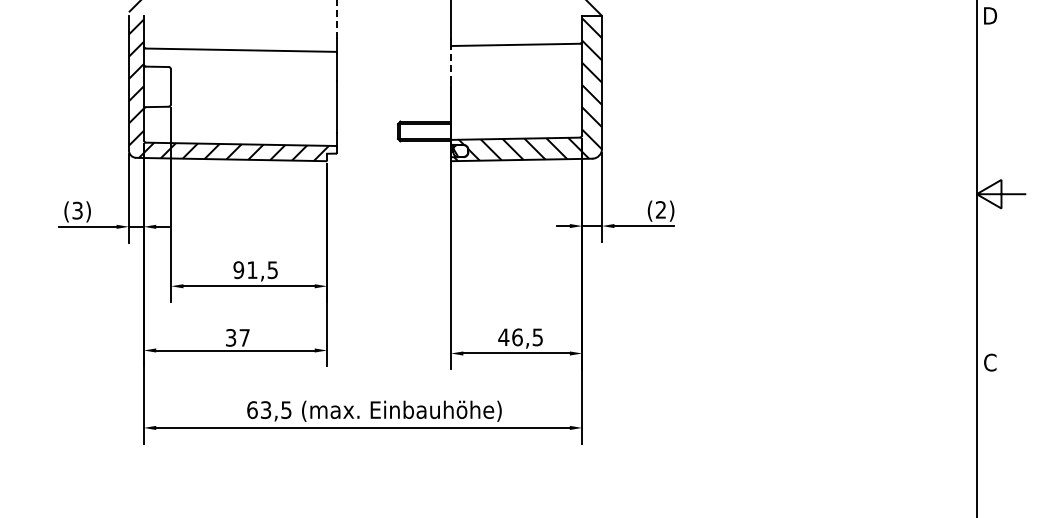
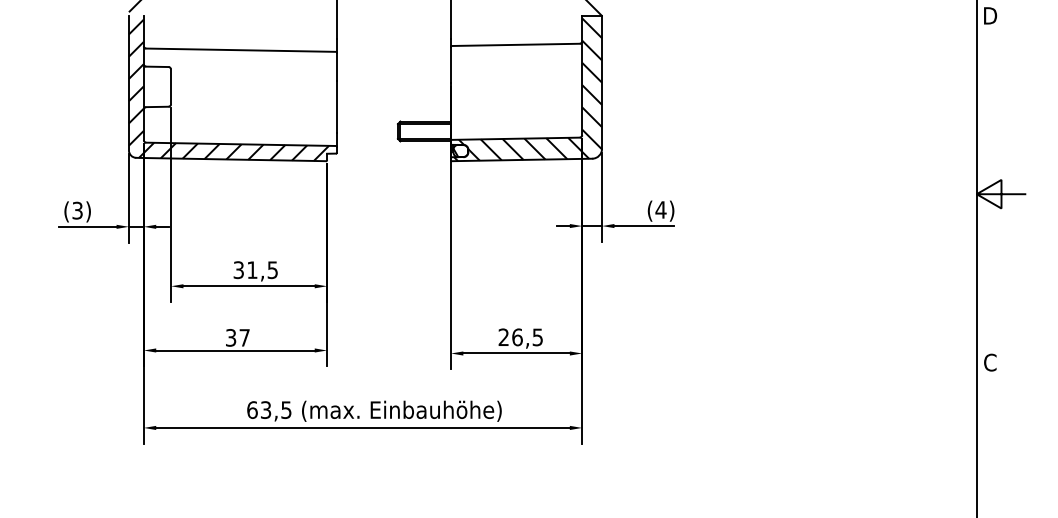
line at (337, 19): dashed -> solid
line at (450, 64): dashed -> solid
text at (660, 209): (2) -> (4)
text at (238, 269): 91,5 -> 31,5
text at (503, 336): 46,5 -> 26,5
